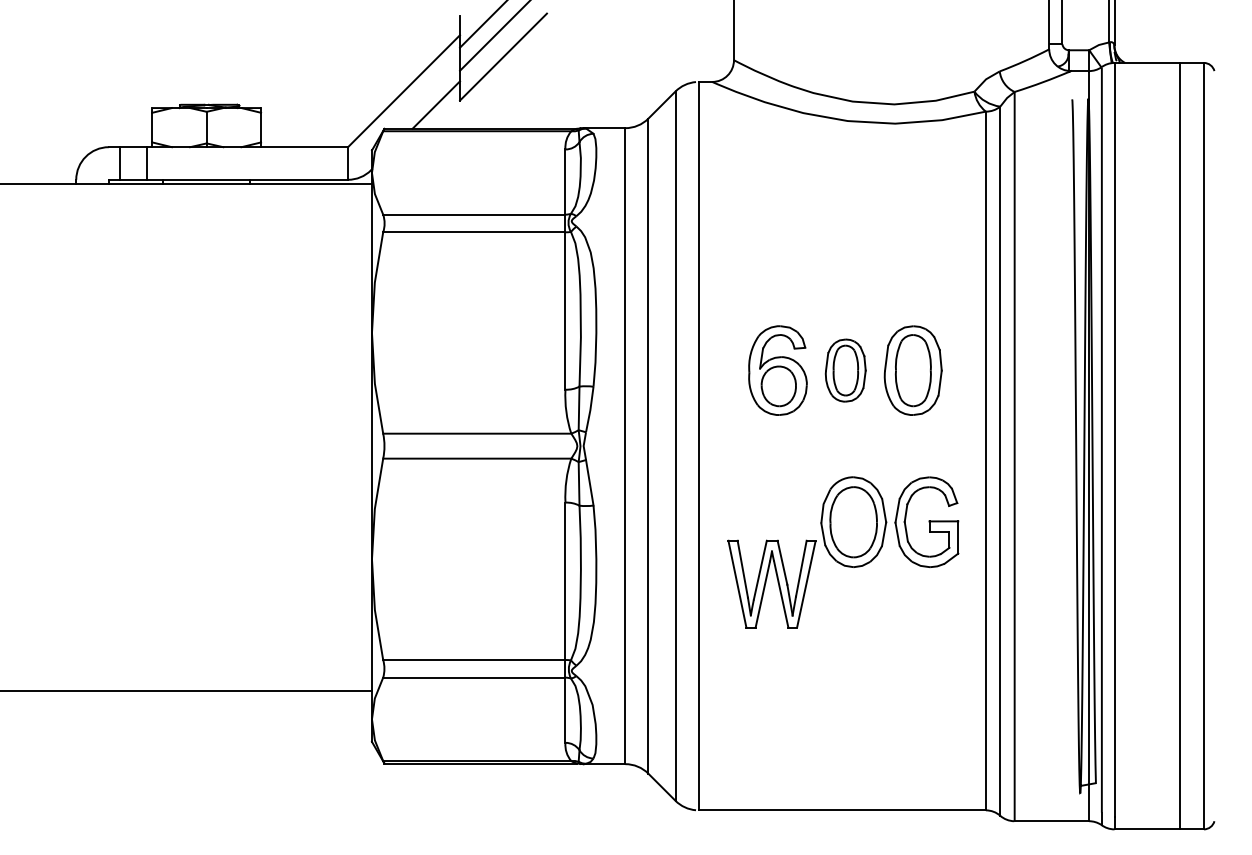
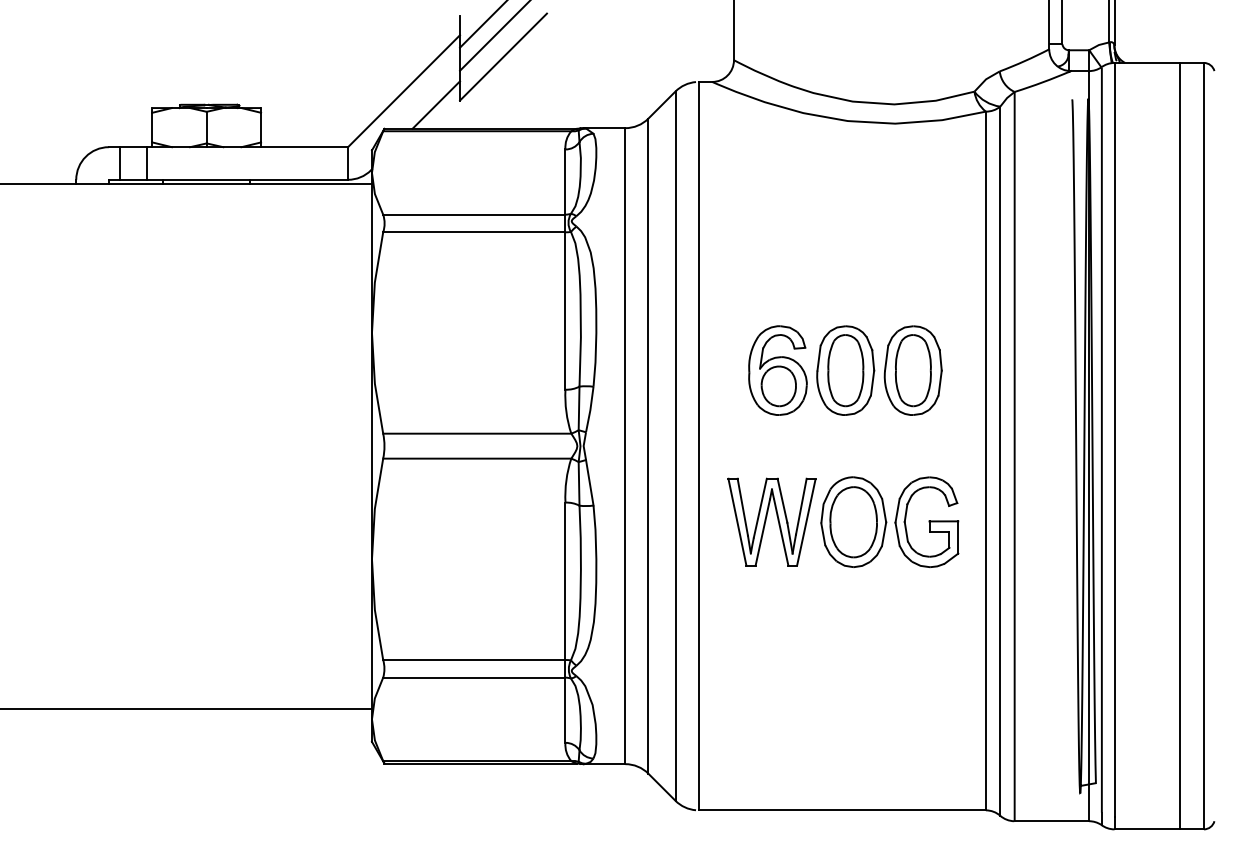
part at (845, 370) size: 43x65 px -> 60x91 px
part at (771, 583) position: (771, 583) -> (771, 521)
line at (186, 690) position: (186, 690) -> (186, 708)
